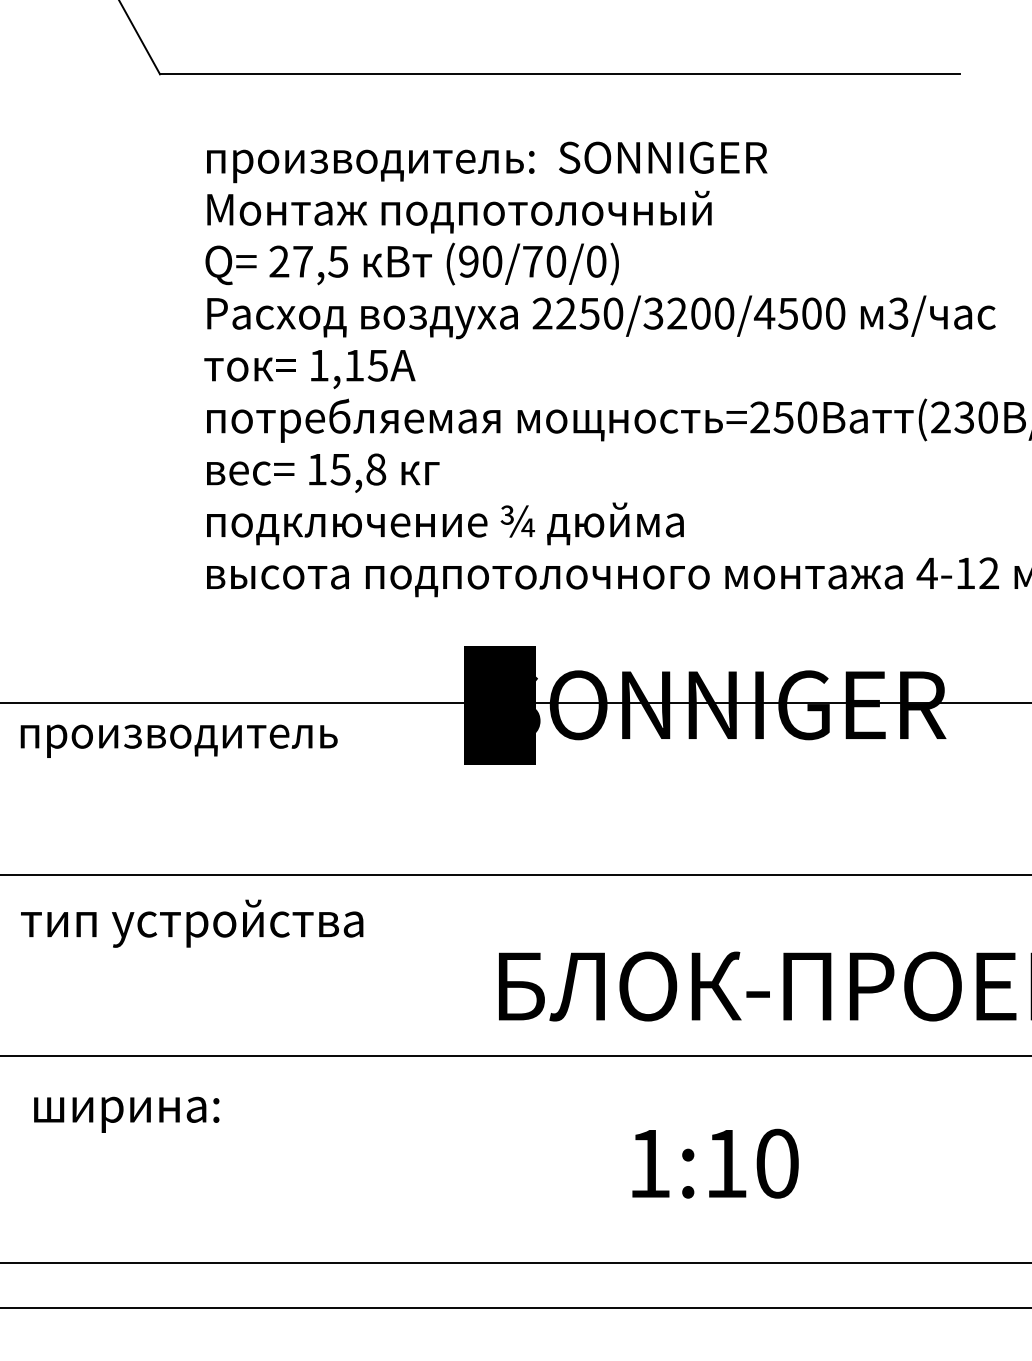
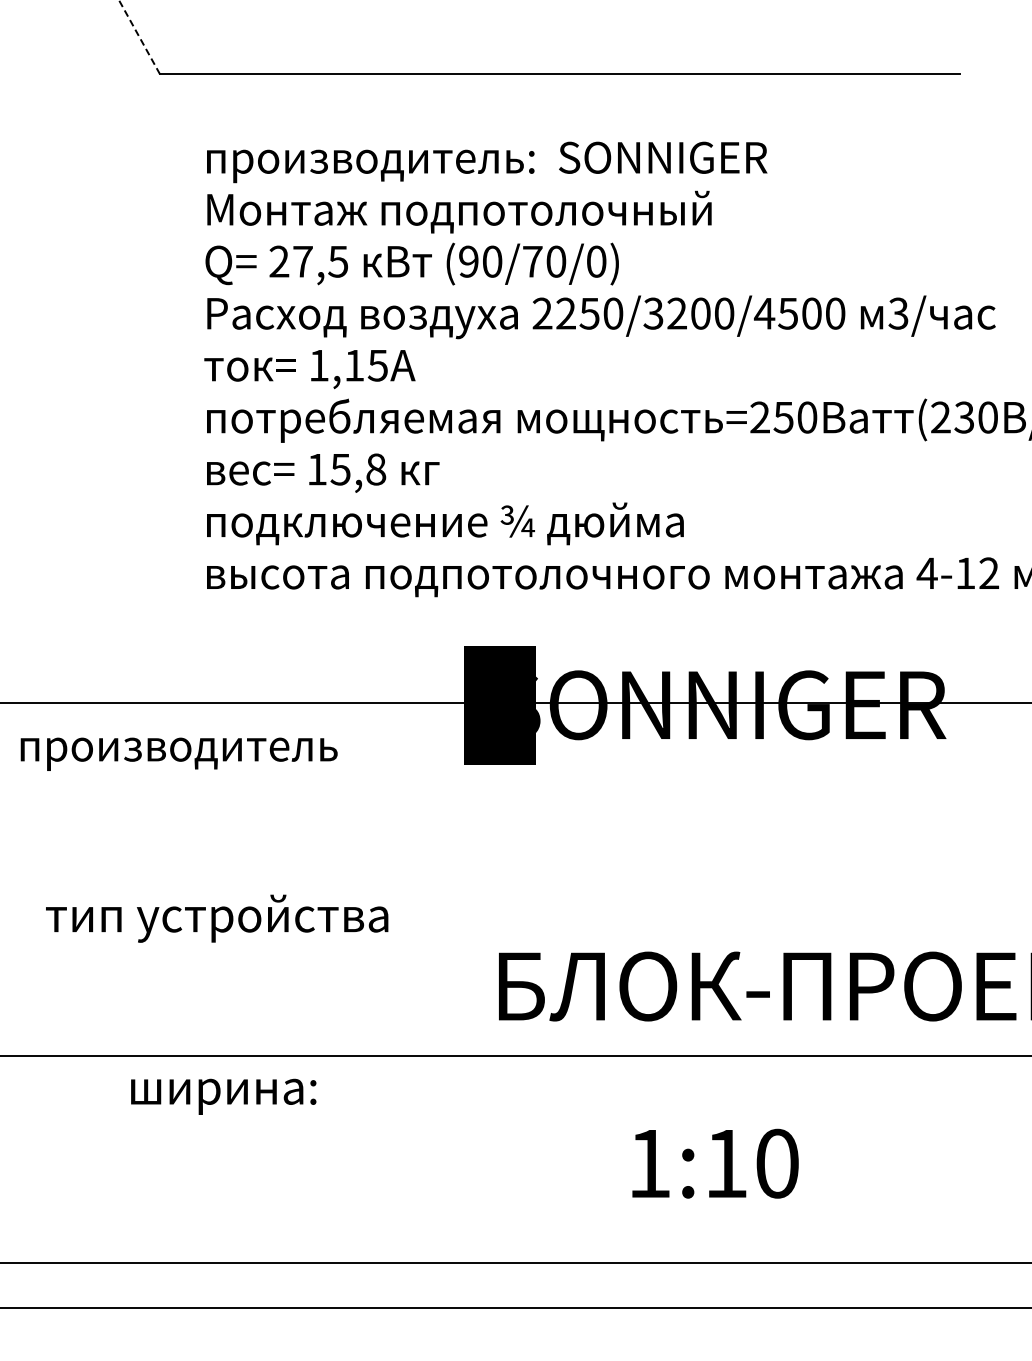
line at (139, 36): solid -> dashed
text at (178, 740) position: (178, 740) -> (178, 753)
line at (515, 875): present -> none
text at (192, 923) position: (192, 923) -> (217, 918)
text at (126, 1114) position: (126, 1114) -> (223, 1096)
